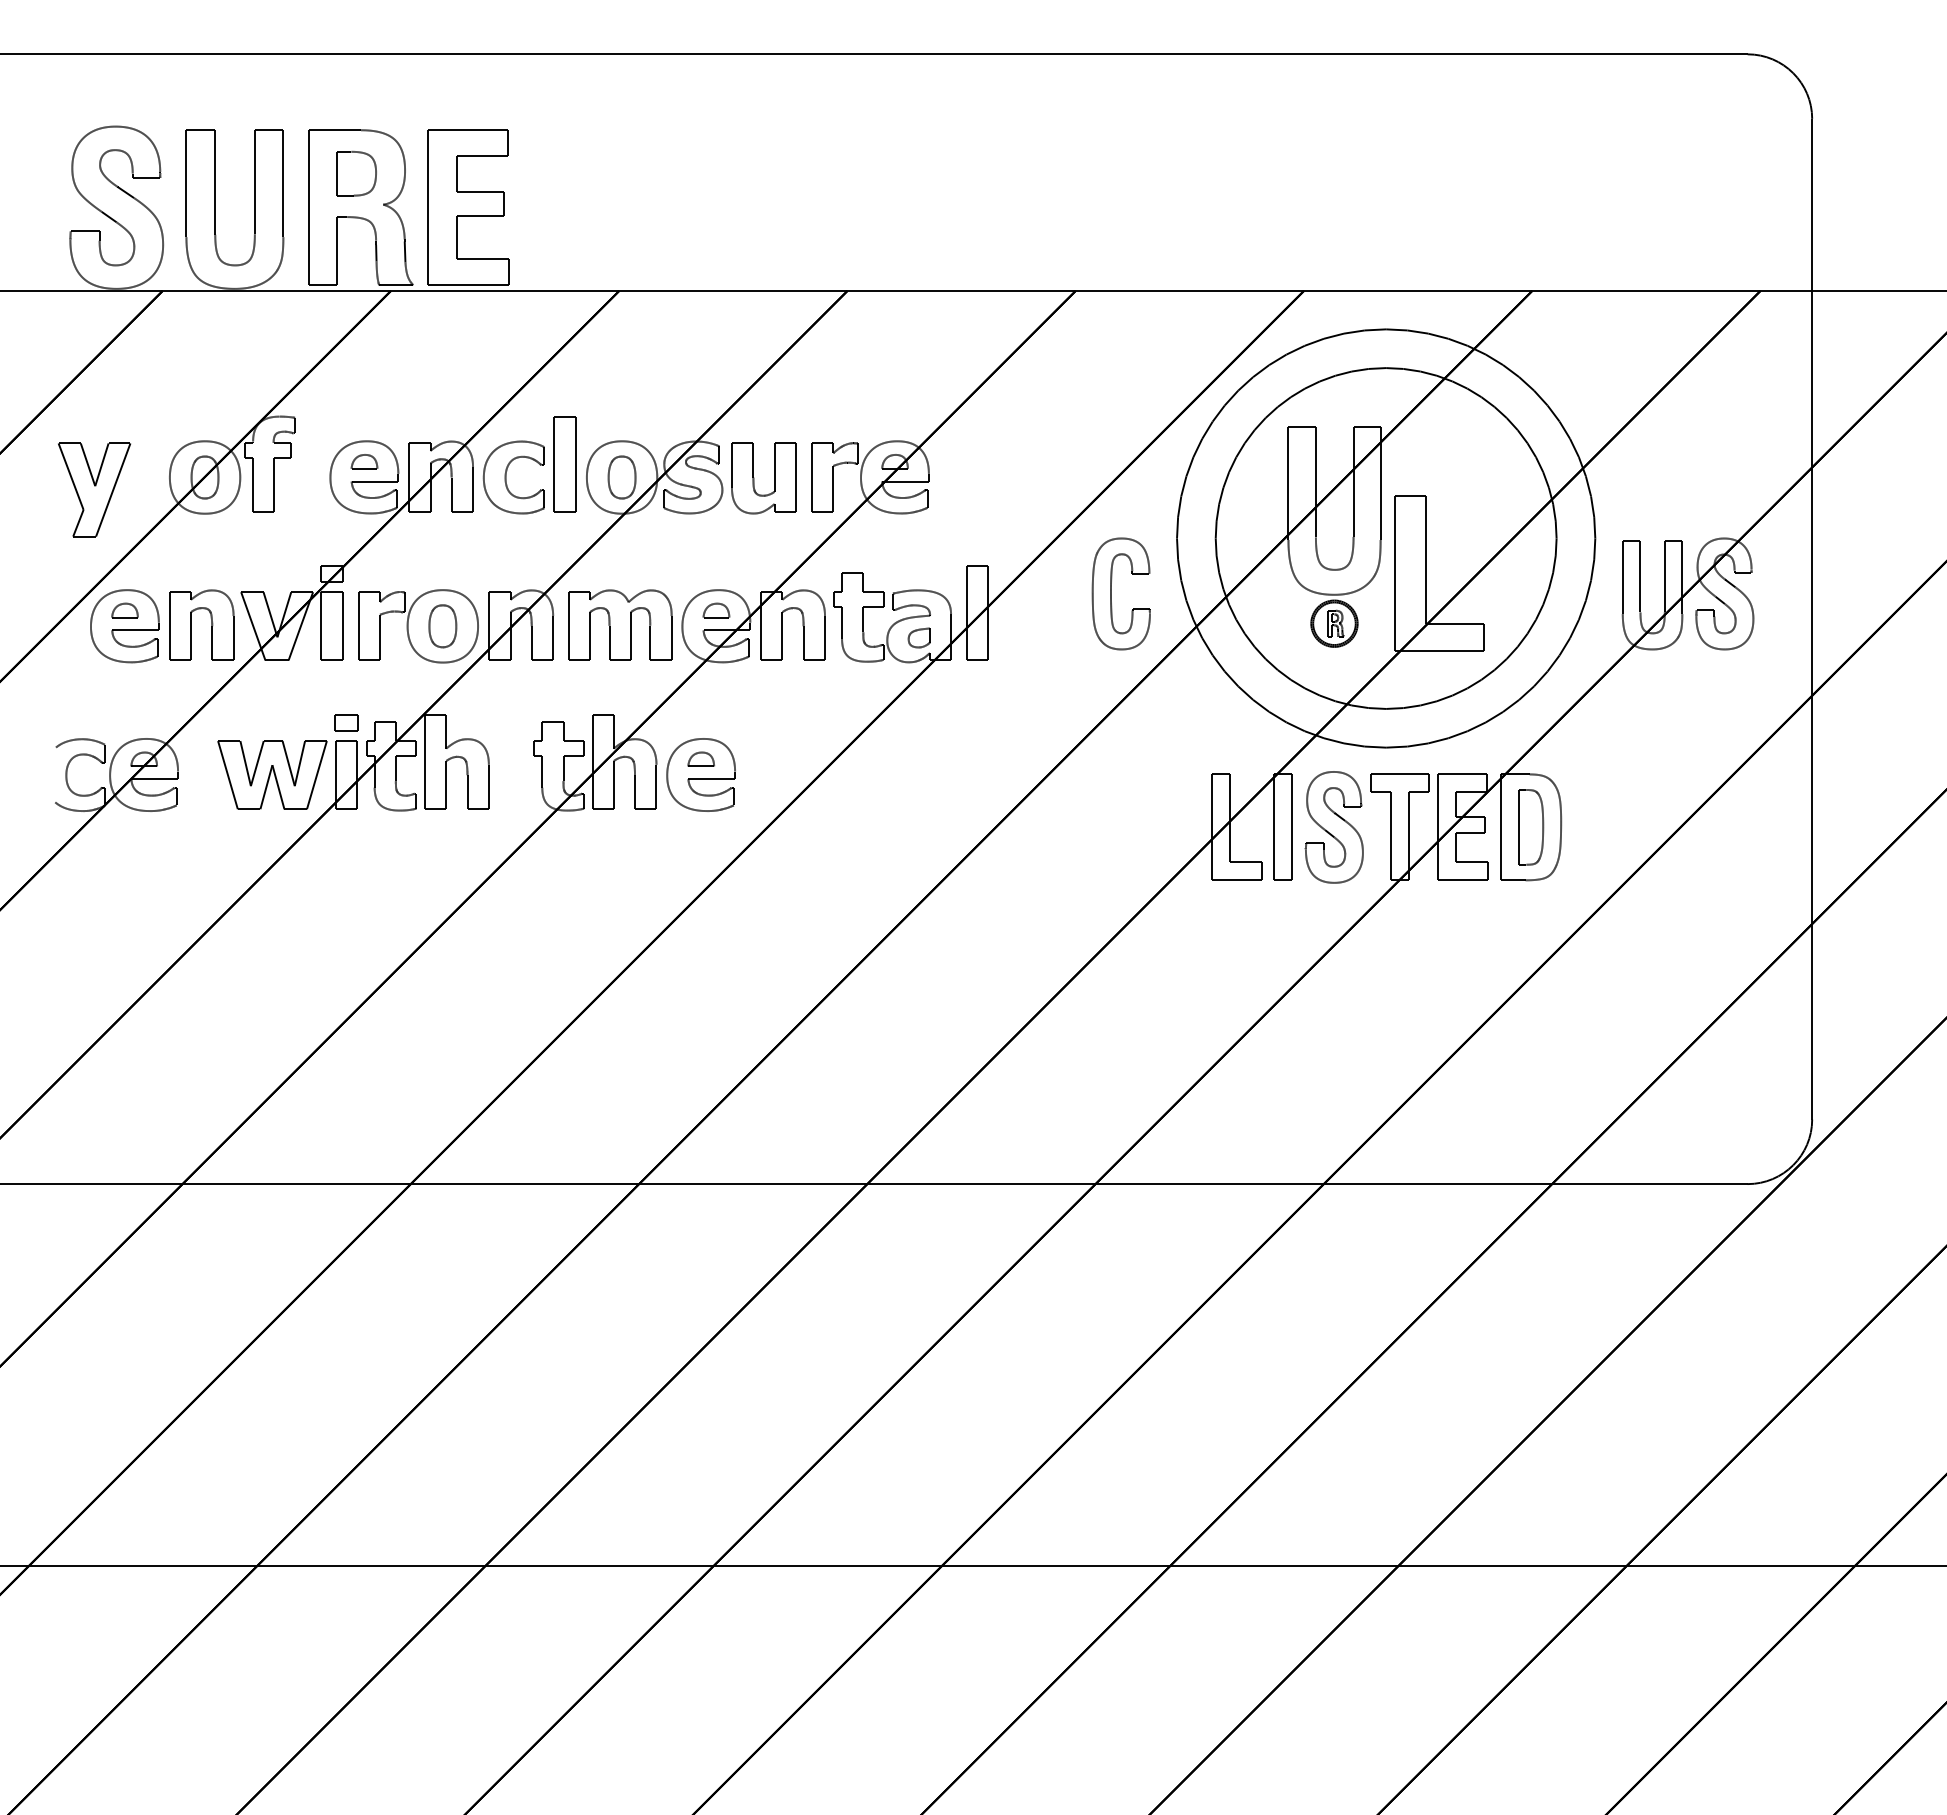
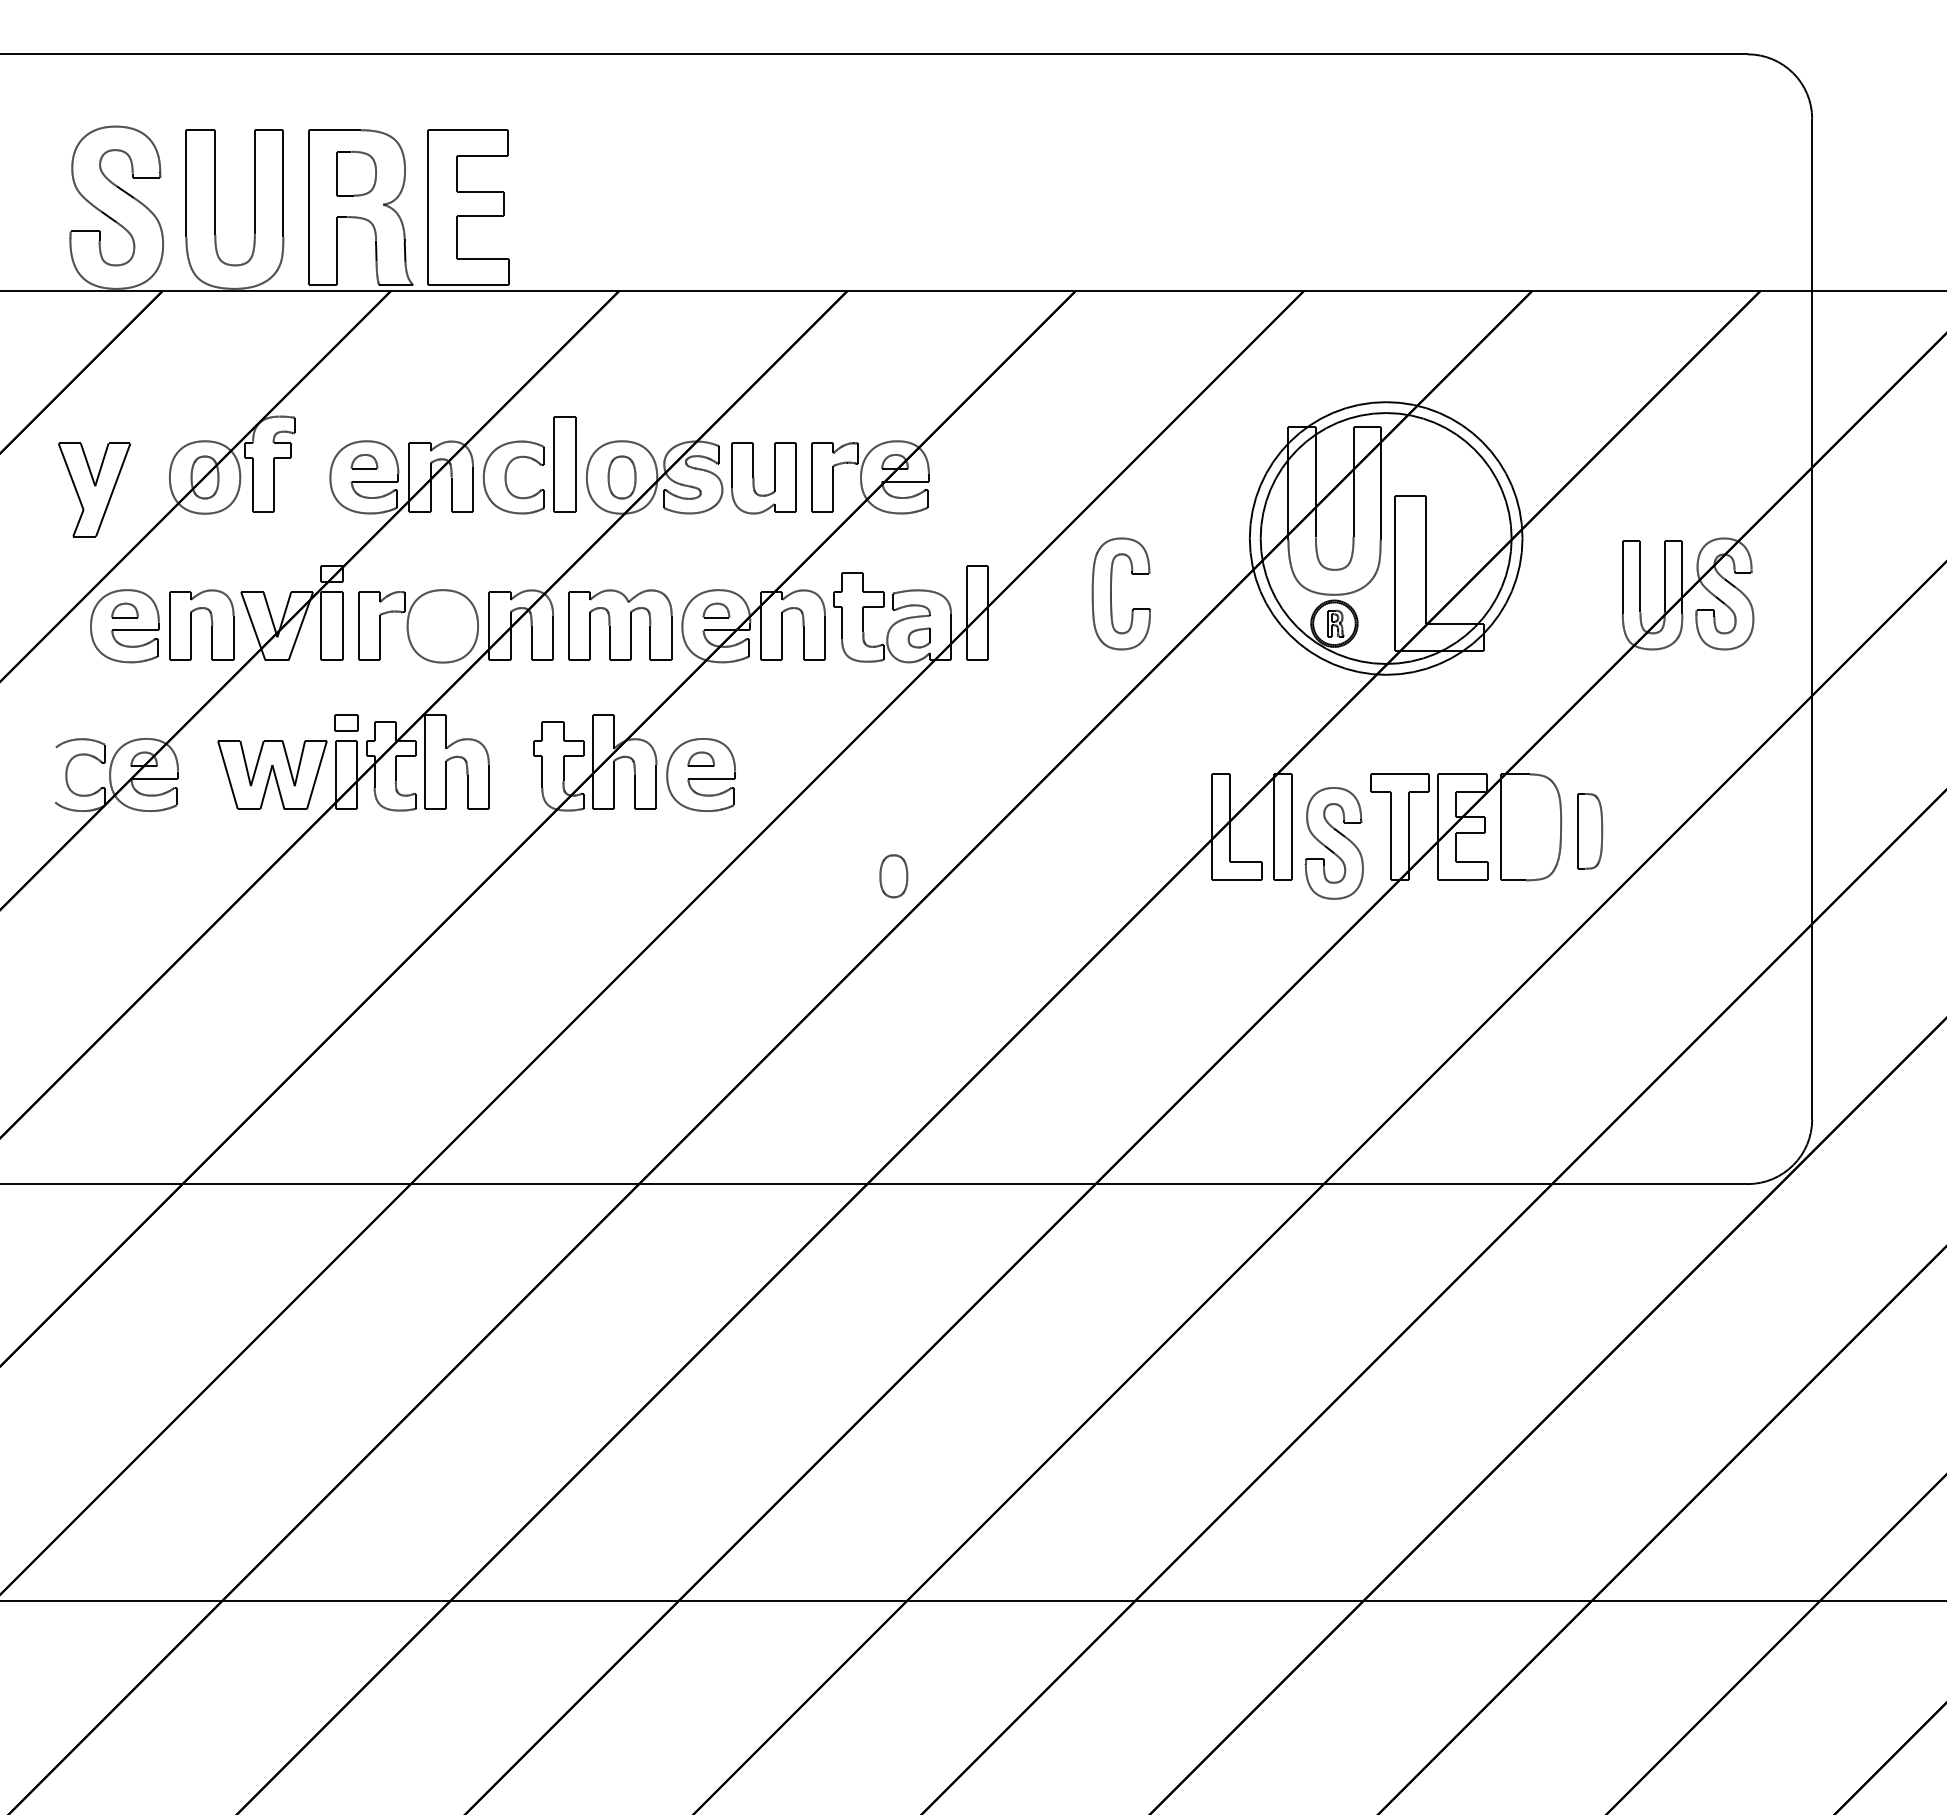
circle at (1385, 538) diameter: 341 px -> 273 px
circle at (1386, 538) diameter: 418 px -> 251 px
part at (442, 626) position: (442, 626) -> (893, 876)
part at (1333, 827) position: (1333, 827) -> (1333, 843)
part at (1531, 827) position: (1531, 827) -> (1590, 831)
line at (972, 1566) position: (972, 1566) -> (972, 1601)
